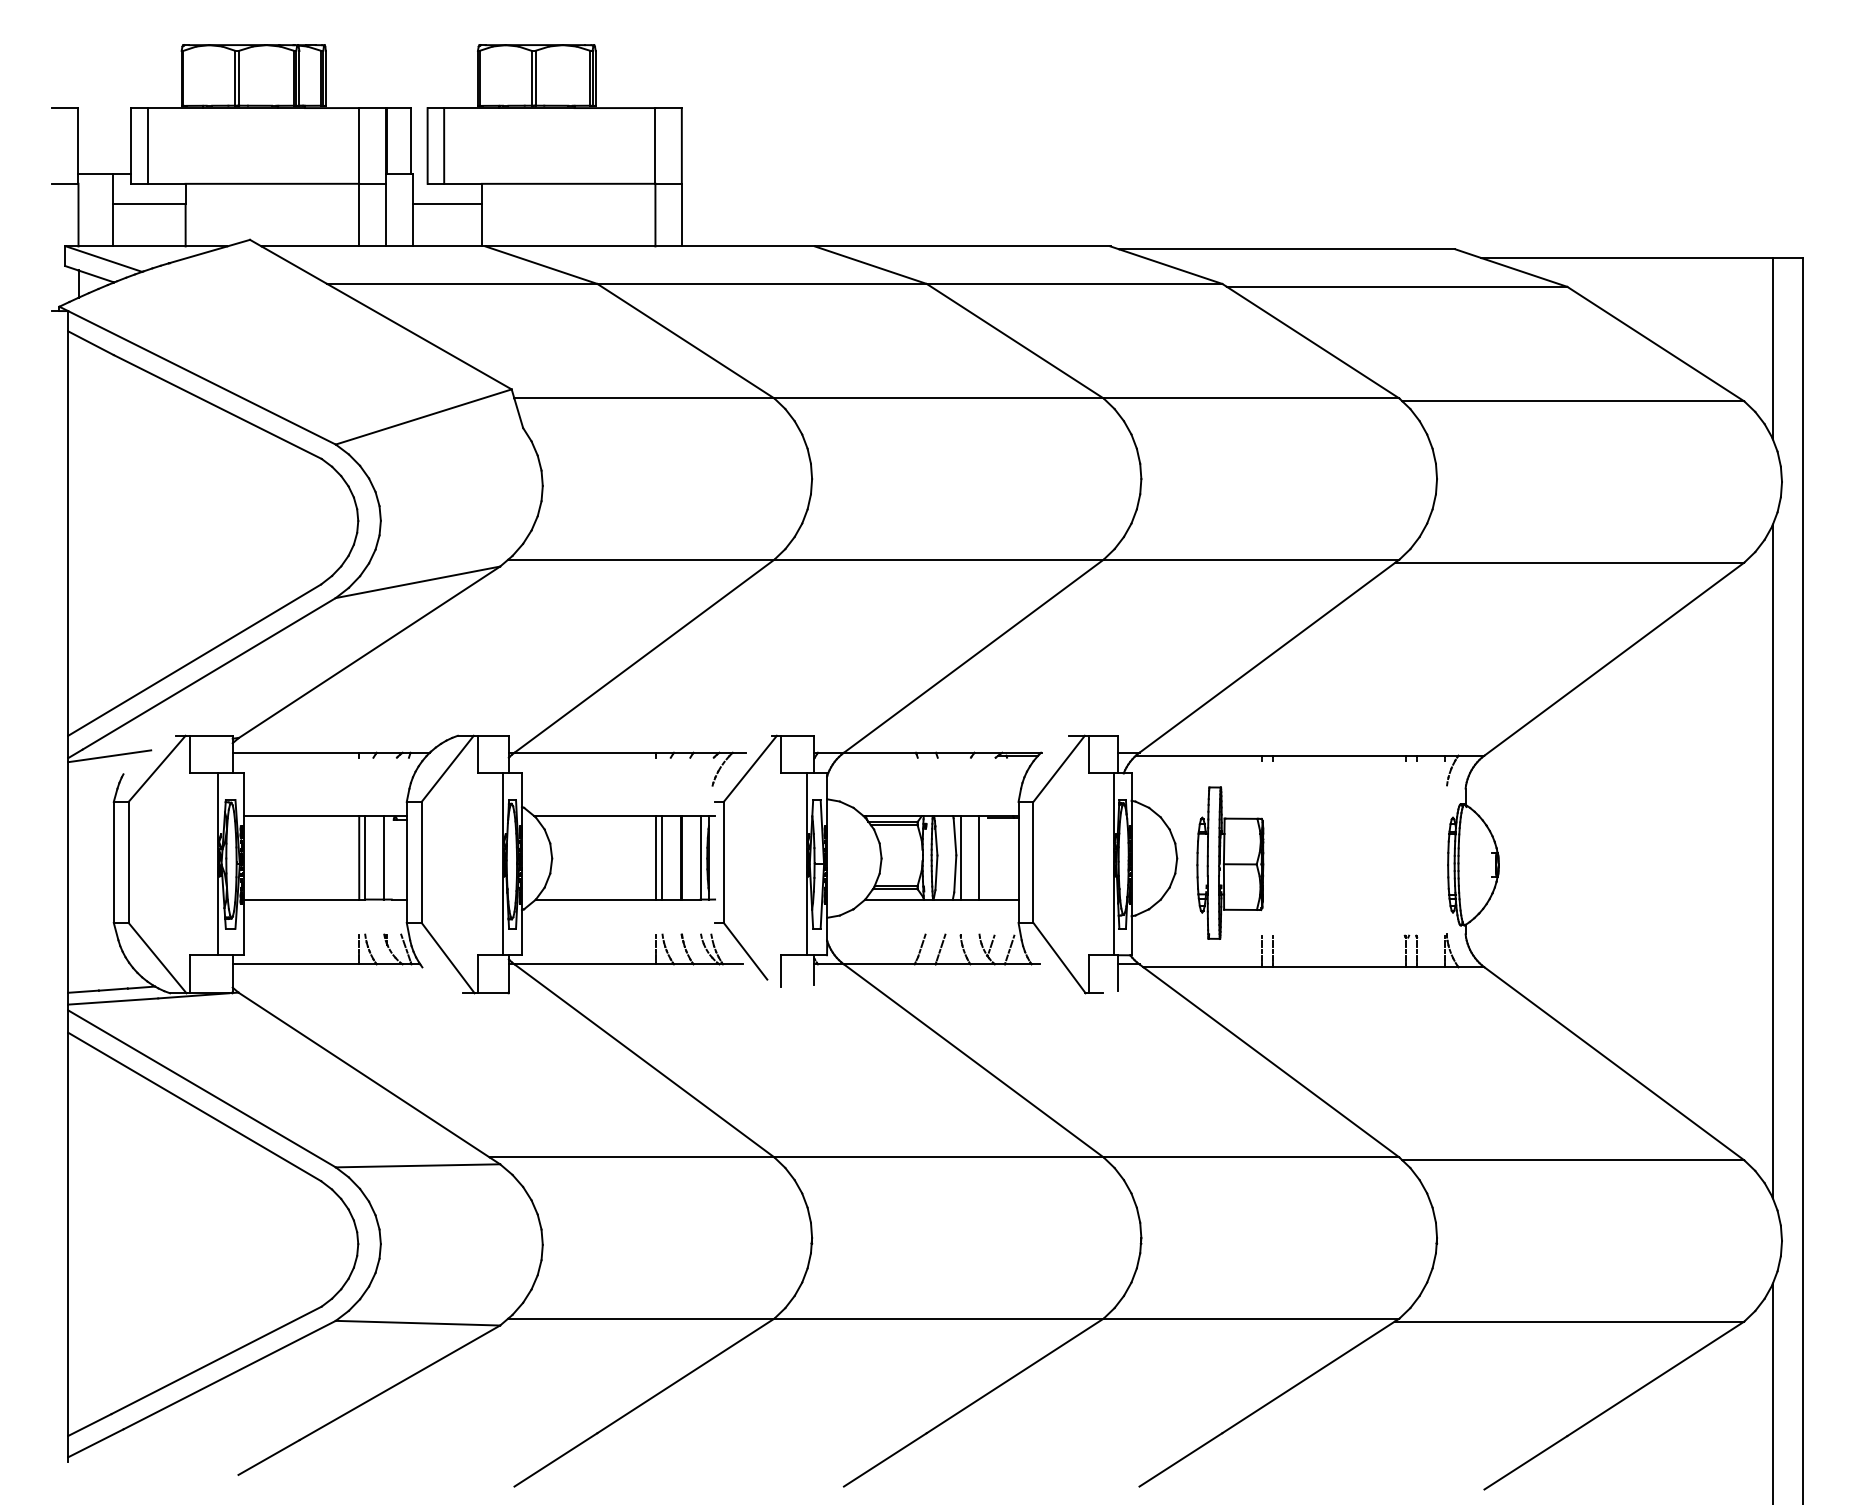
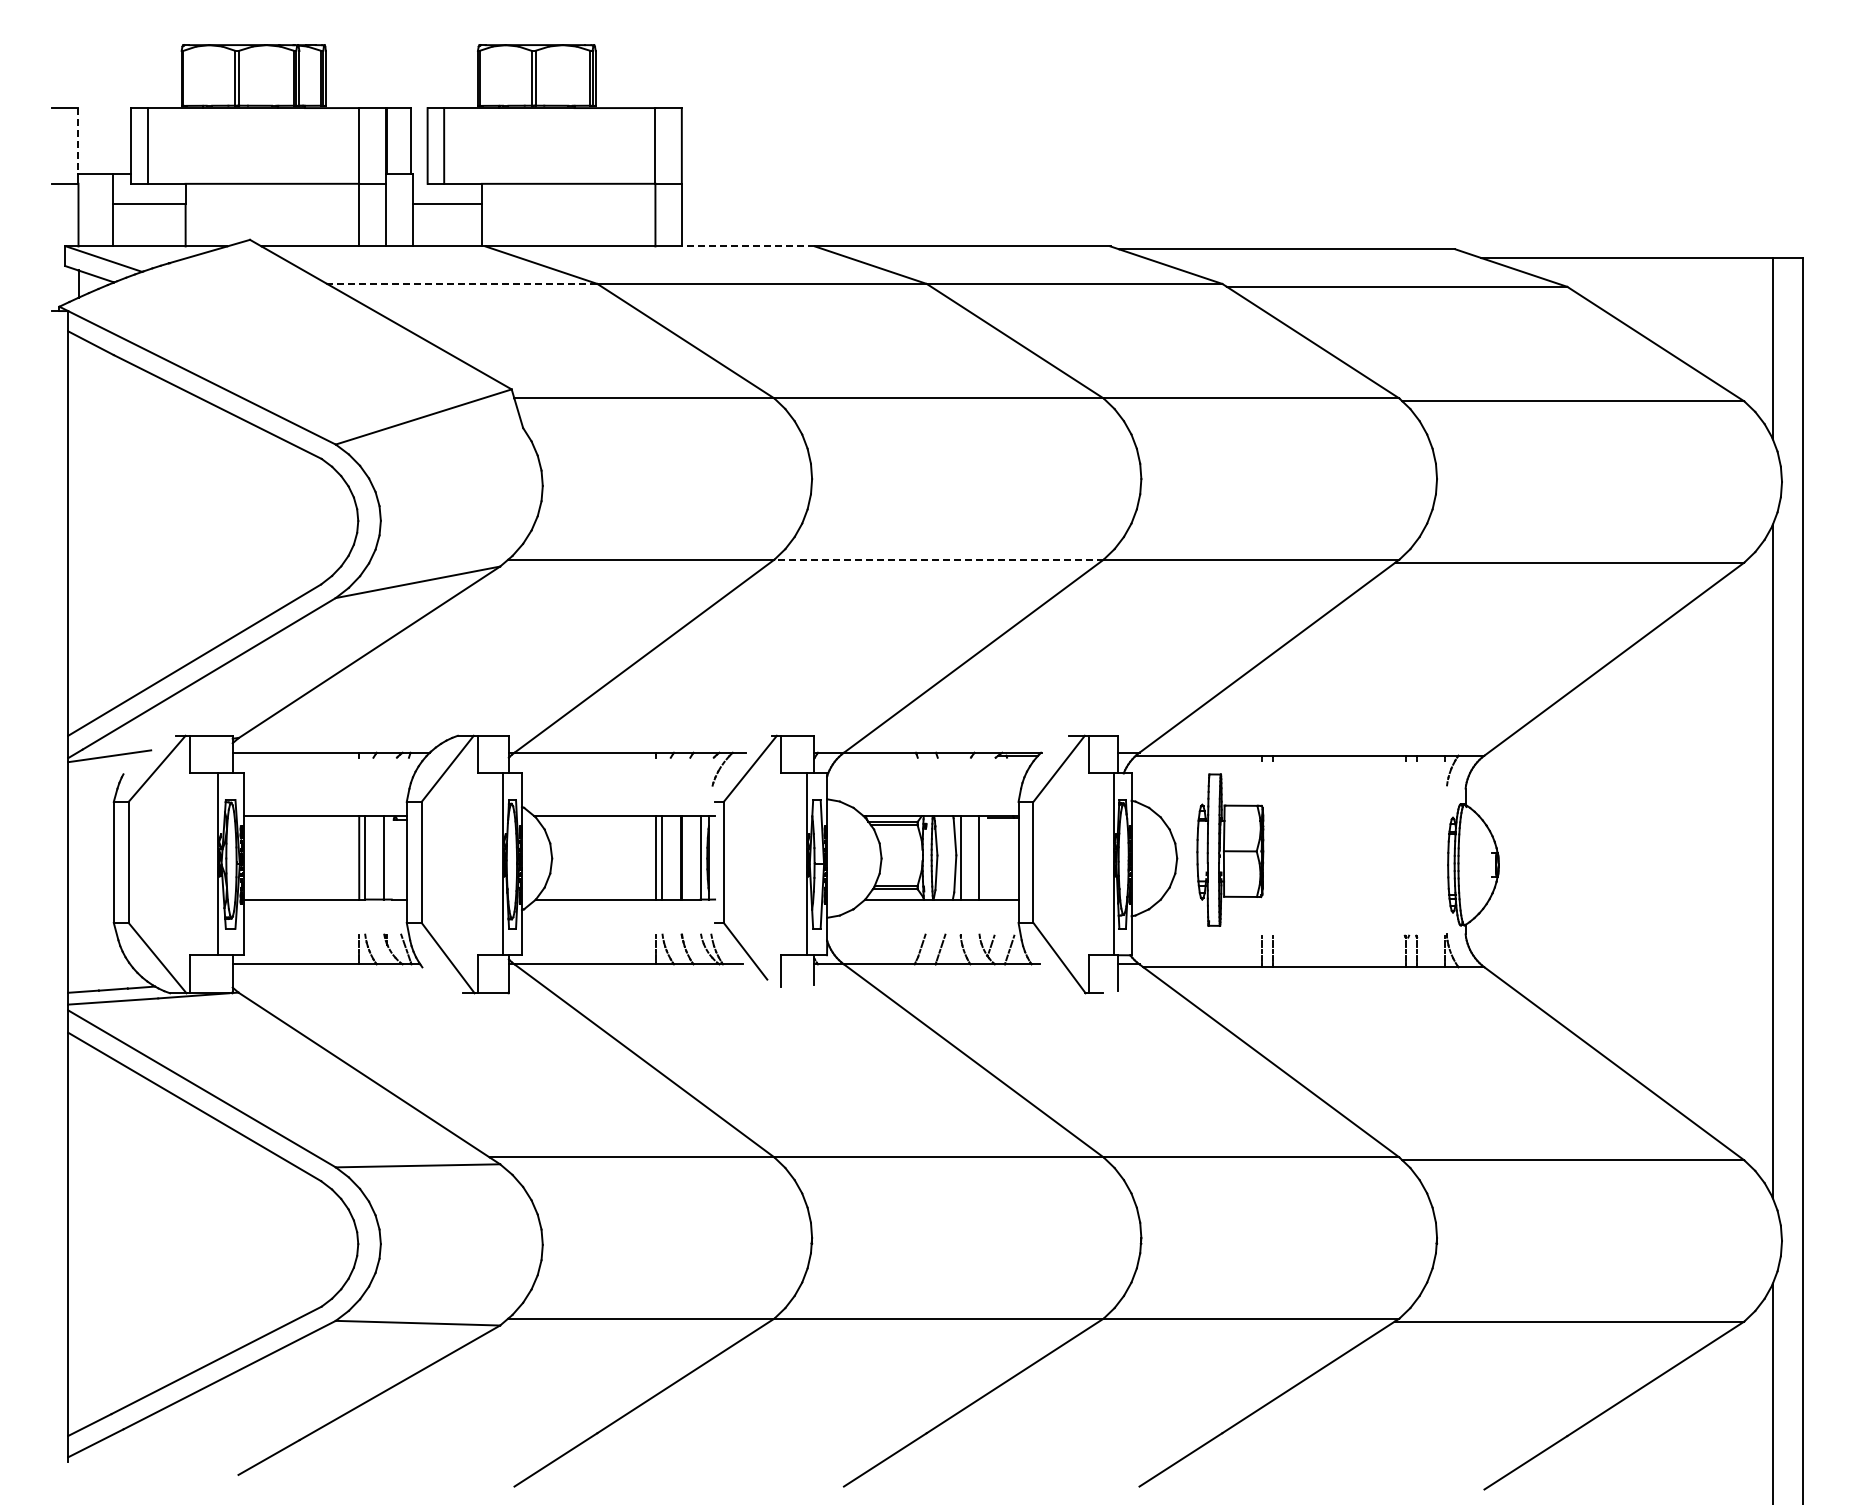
line at (78, 141): solid -> dashed
line at (748, 246): solid -> dashed
line at (461, 283): solid -> dashed
line at (939, 559): solid -> dashed
part at (1230, 862) position: (1230, 862) -> (1230, 849)
